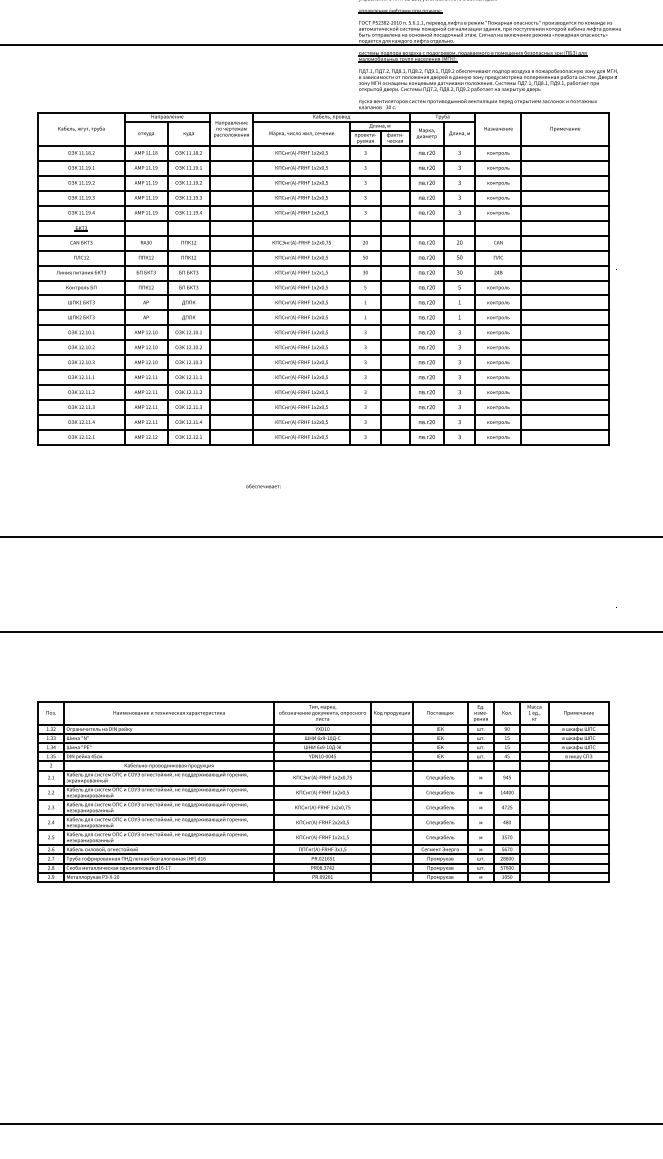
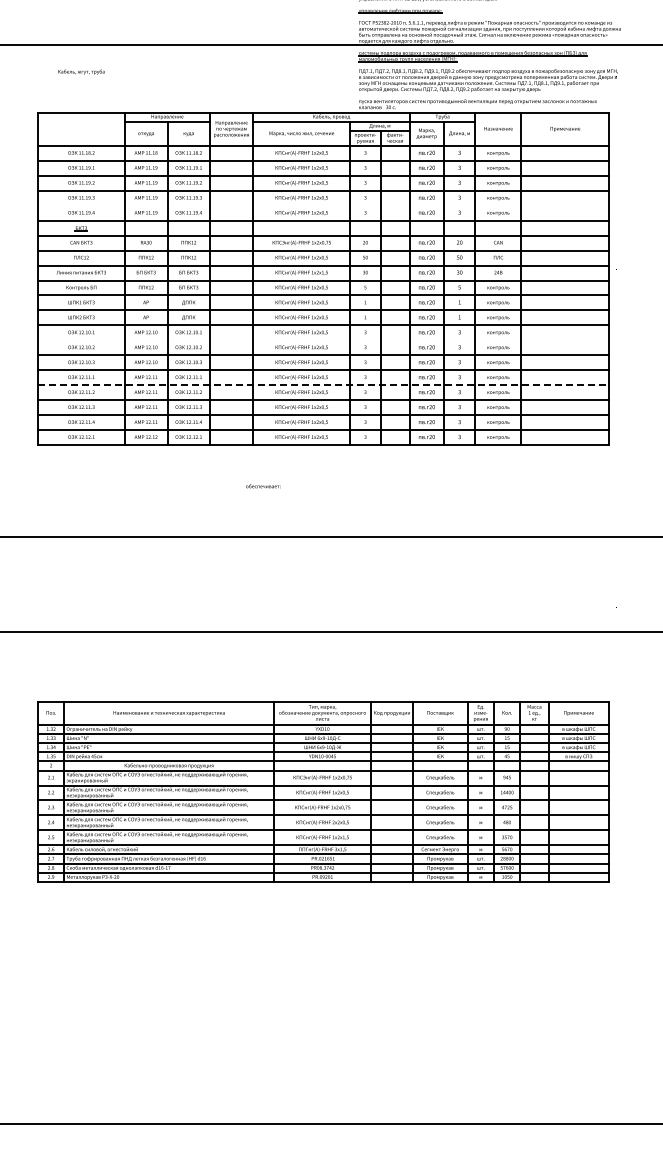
text at (81, 128) position: (81, 128) -> (81, 71)
line at (323, 205): present -> none
line at (323, 340): present -> none
line at (323, 385): solid -> dashed
